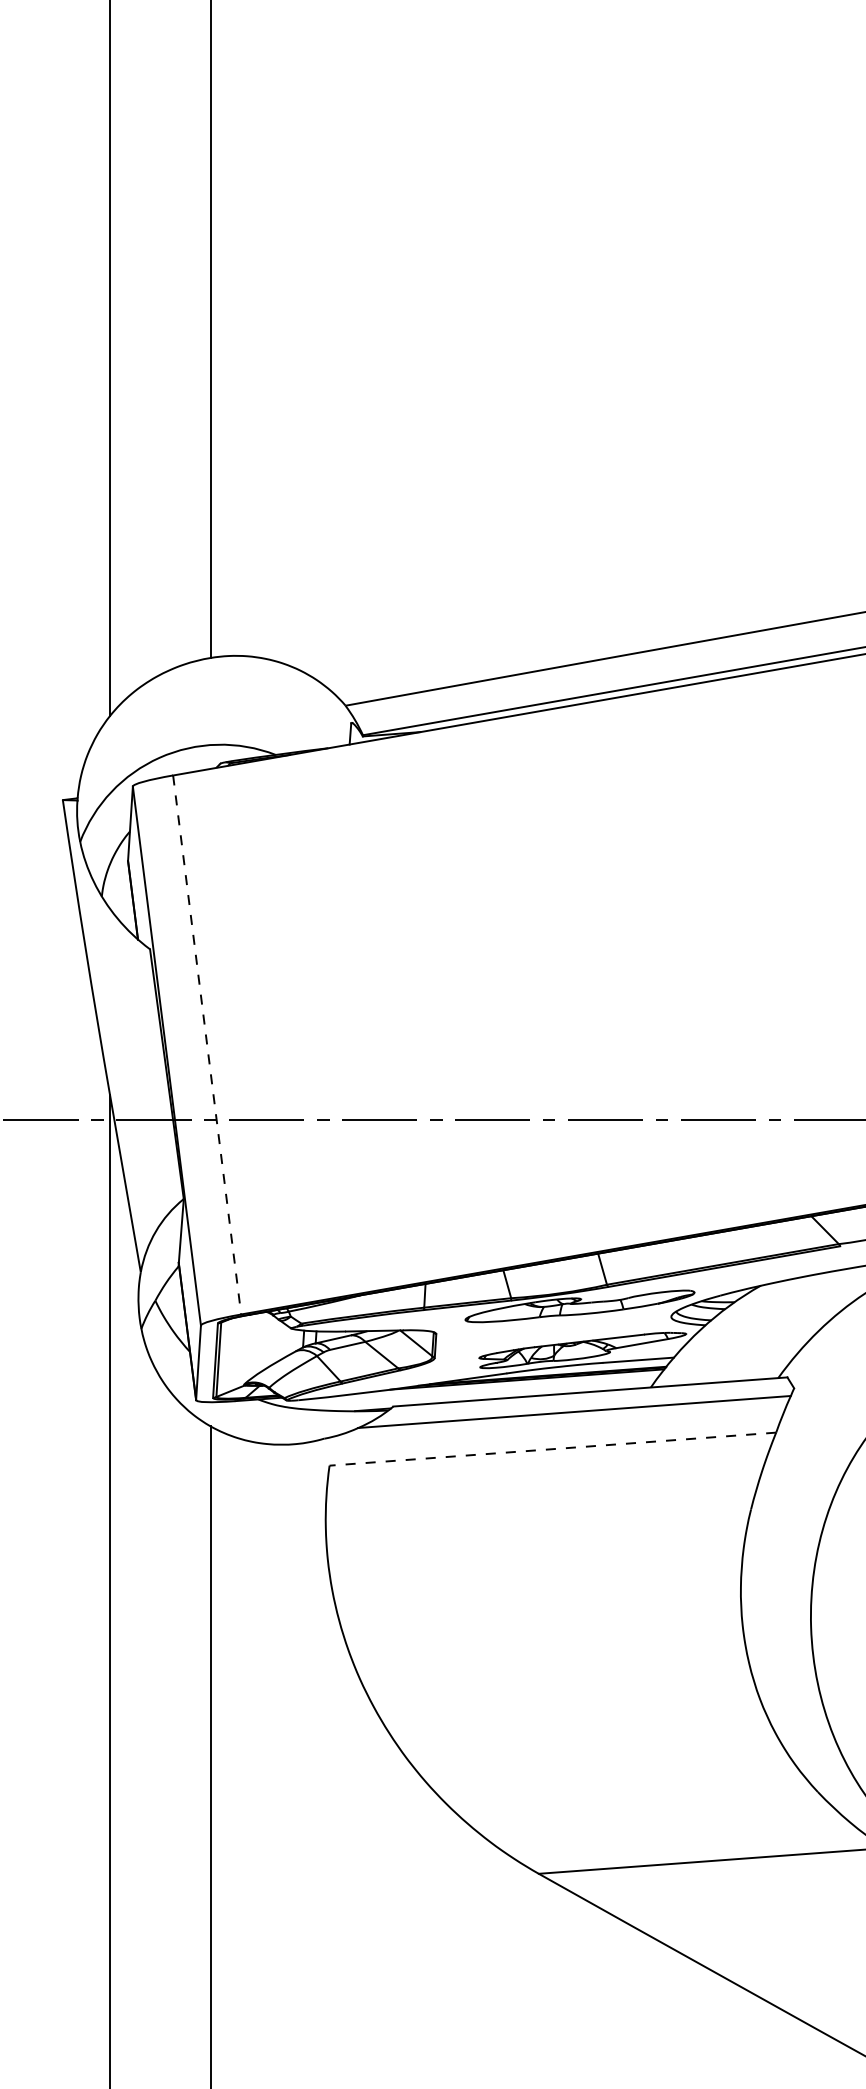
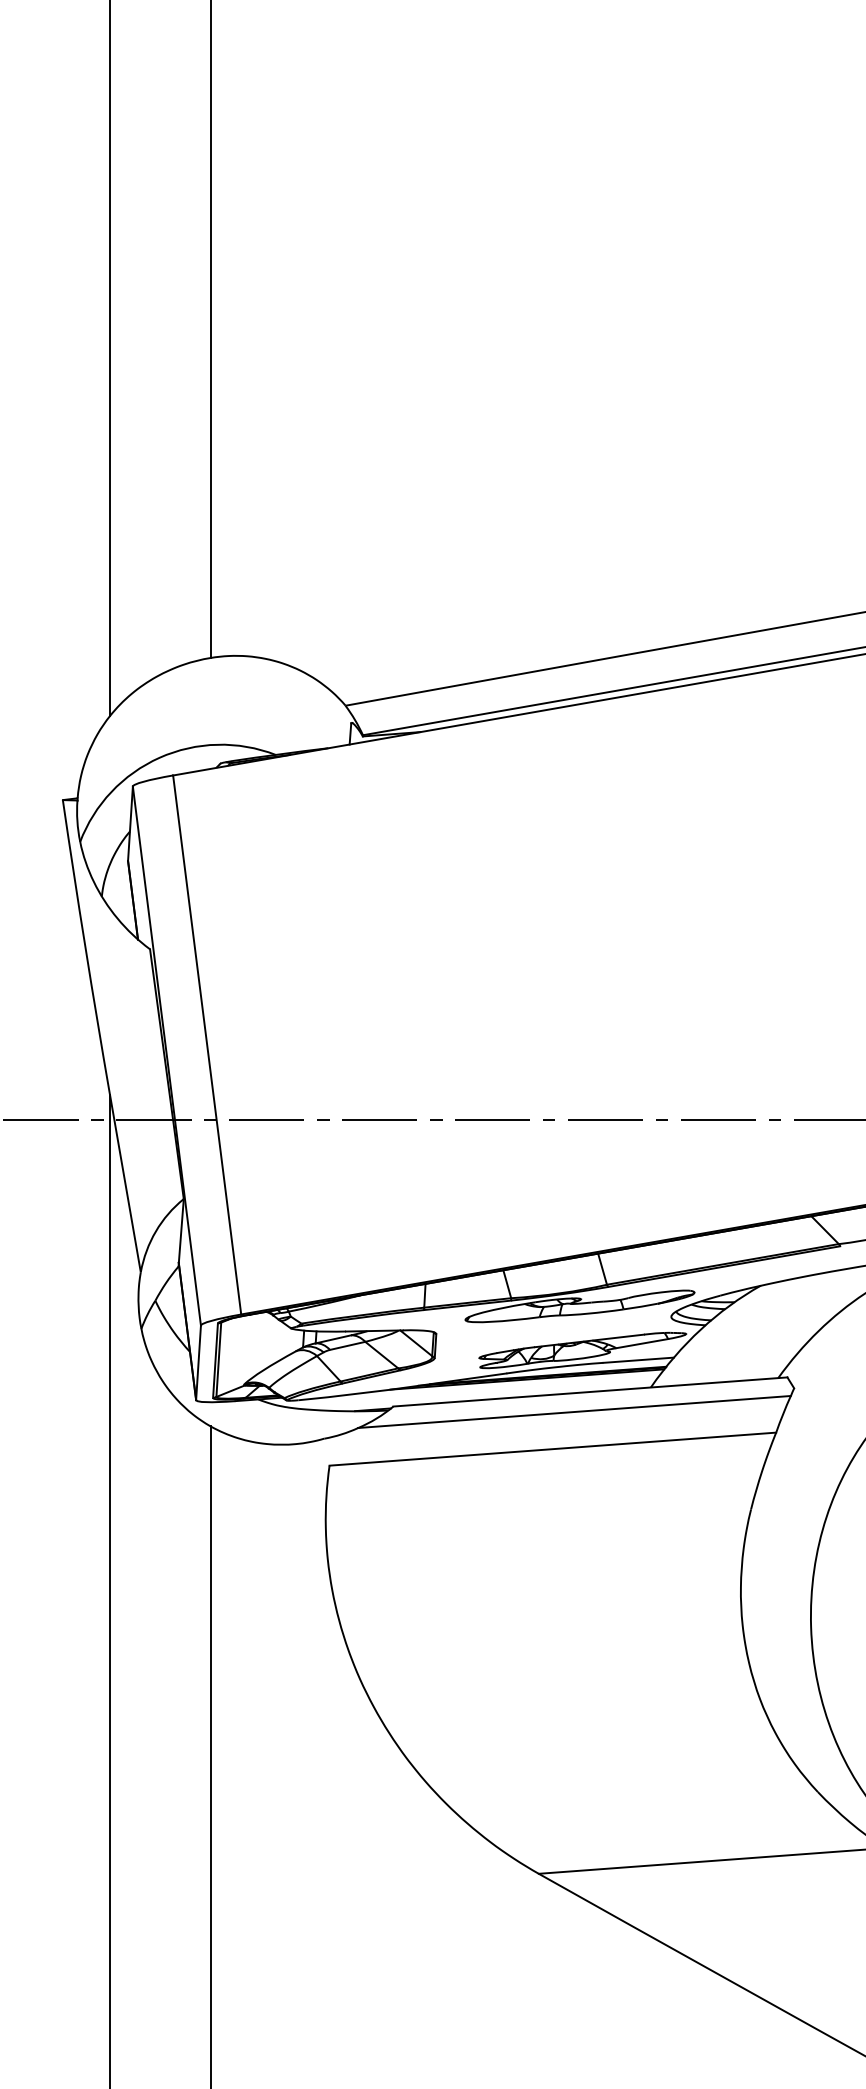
line at (207, 1044): dashed -> solid
line at (552, 1449): dashed -> solid
